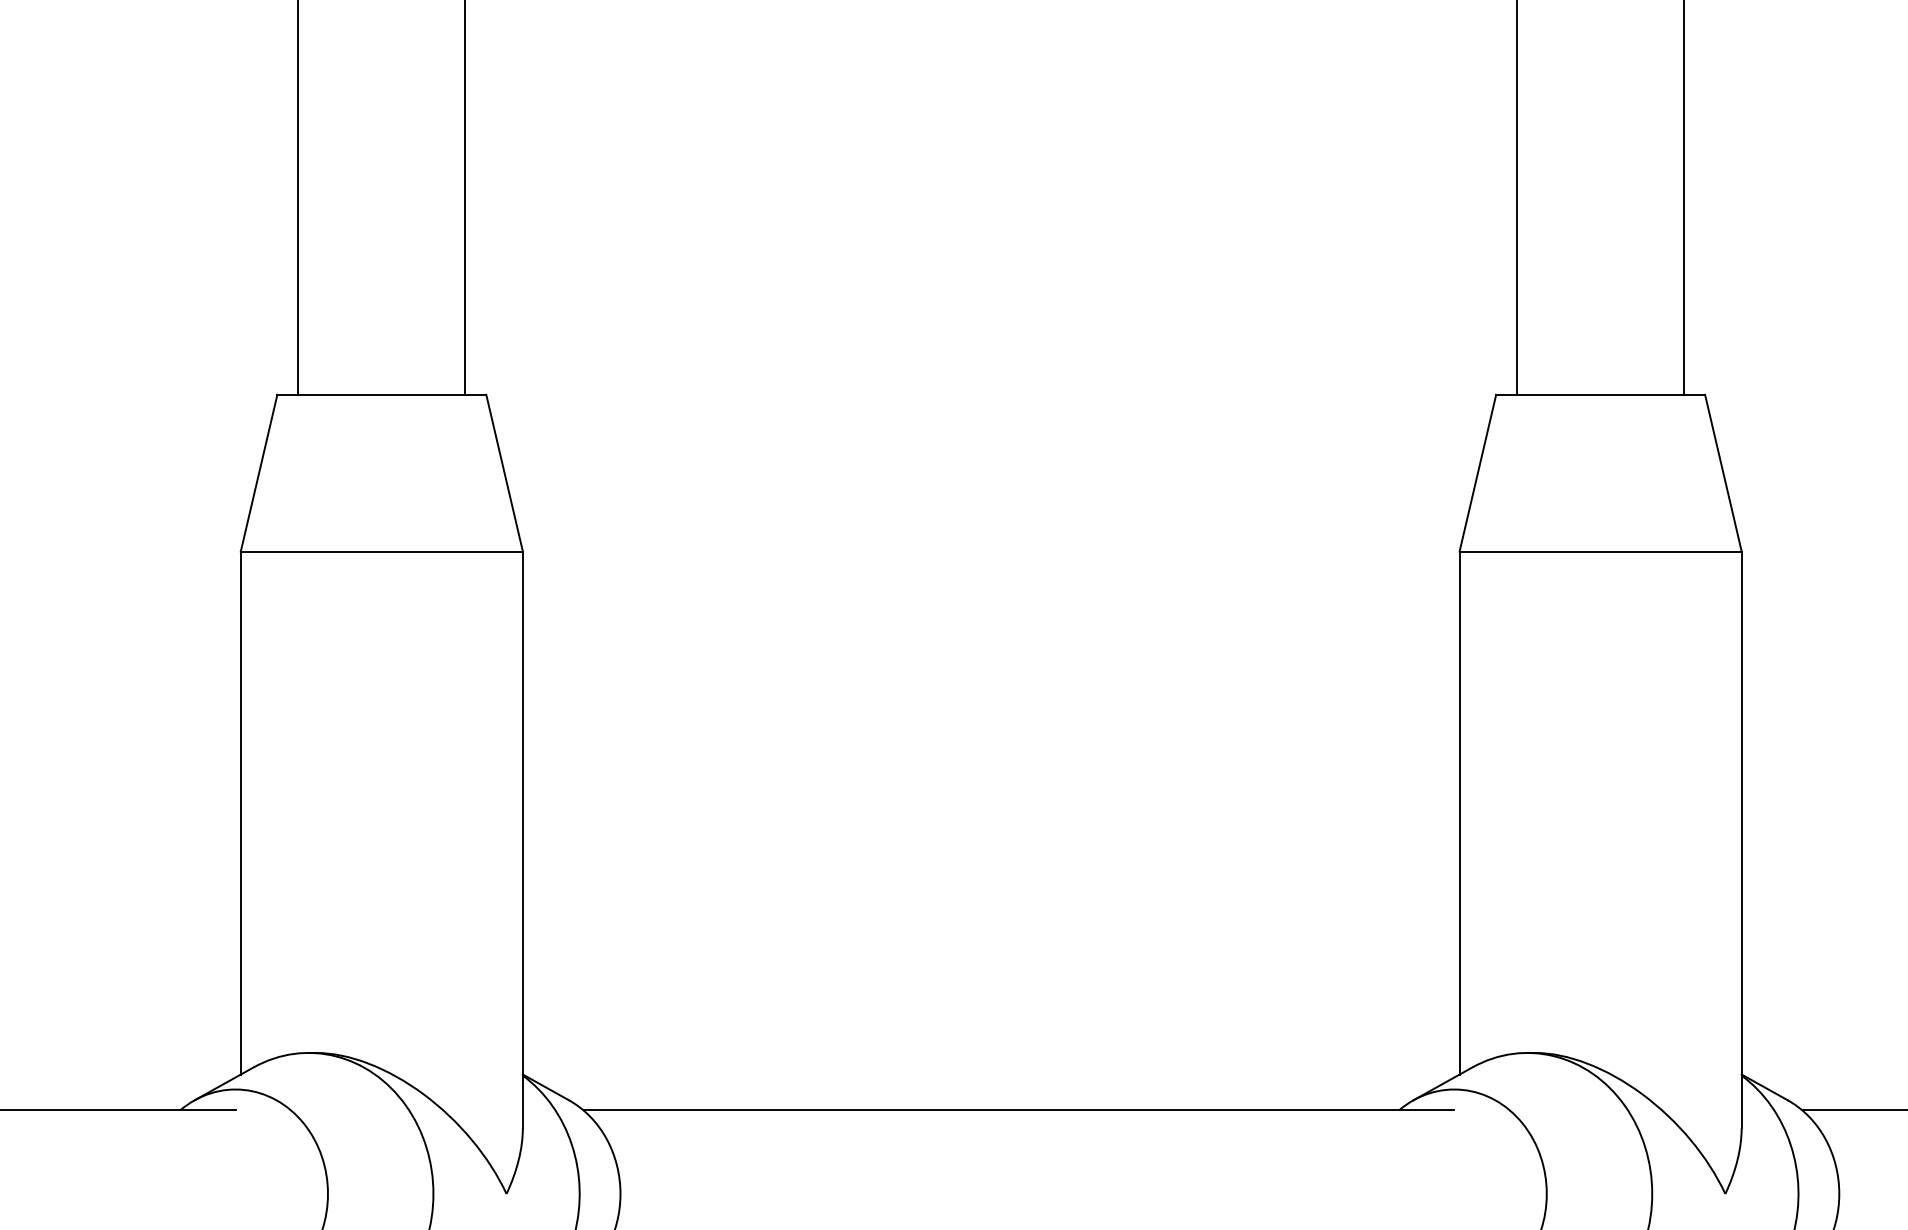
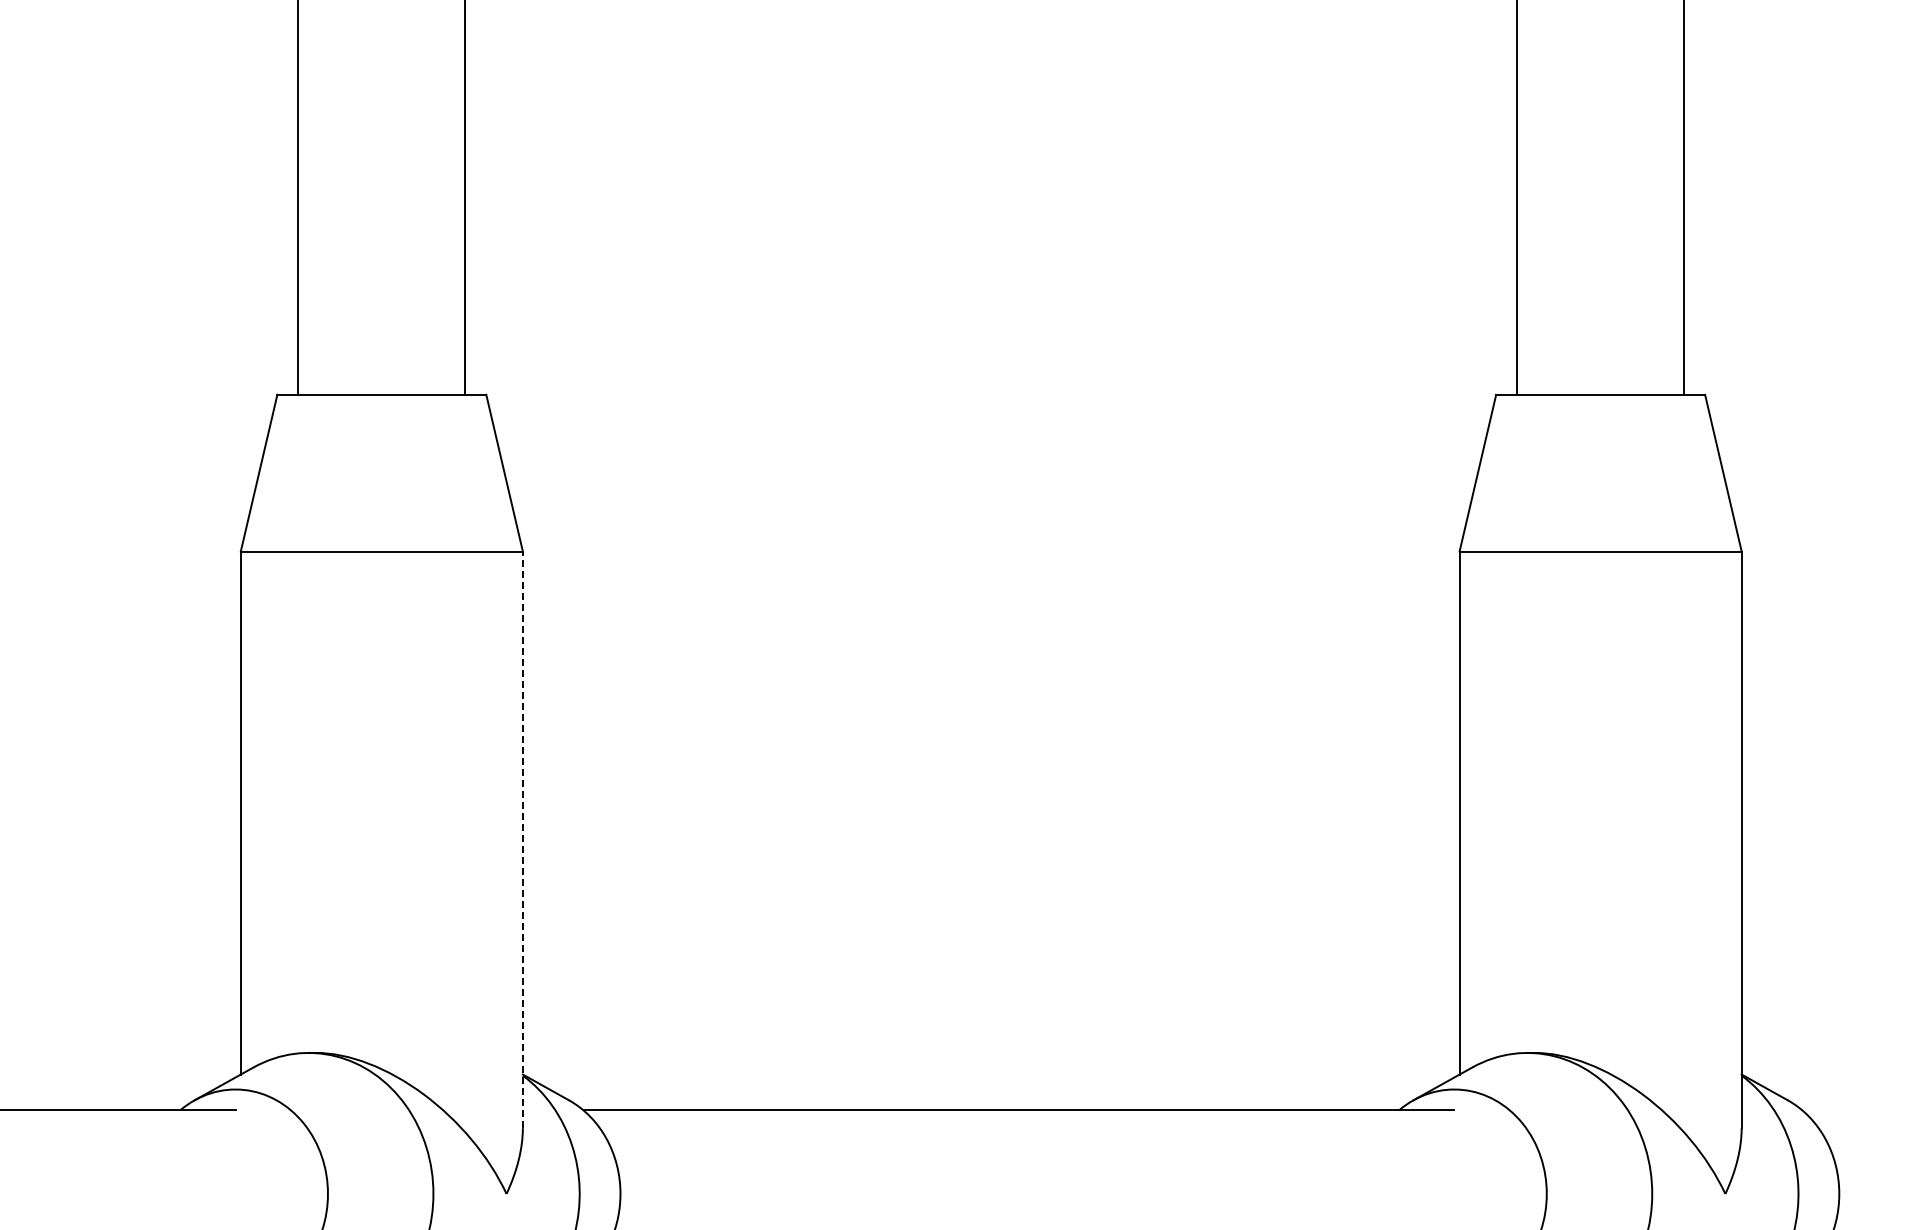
line at (522, 839): solid -> dashed
line at (1853, 1110): present -> none
